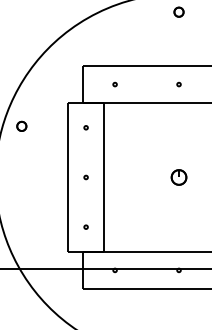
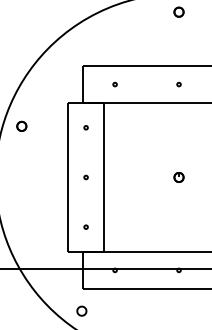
part at (178, 177) size: 18x17 px -> 12x11 px
part at (81, 310): none -> present
